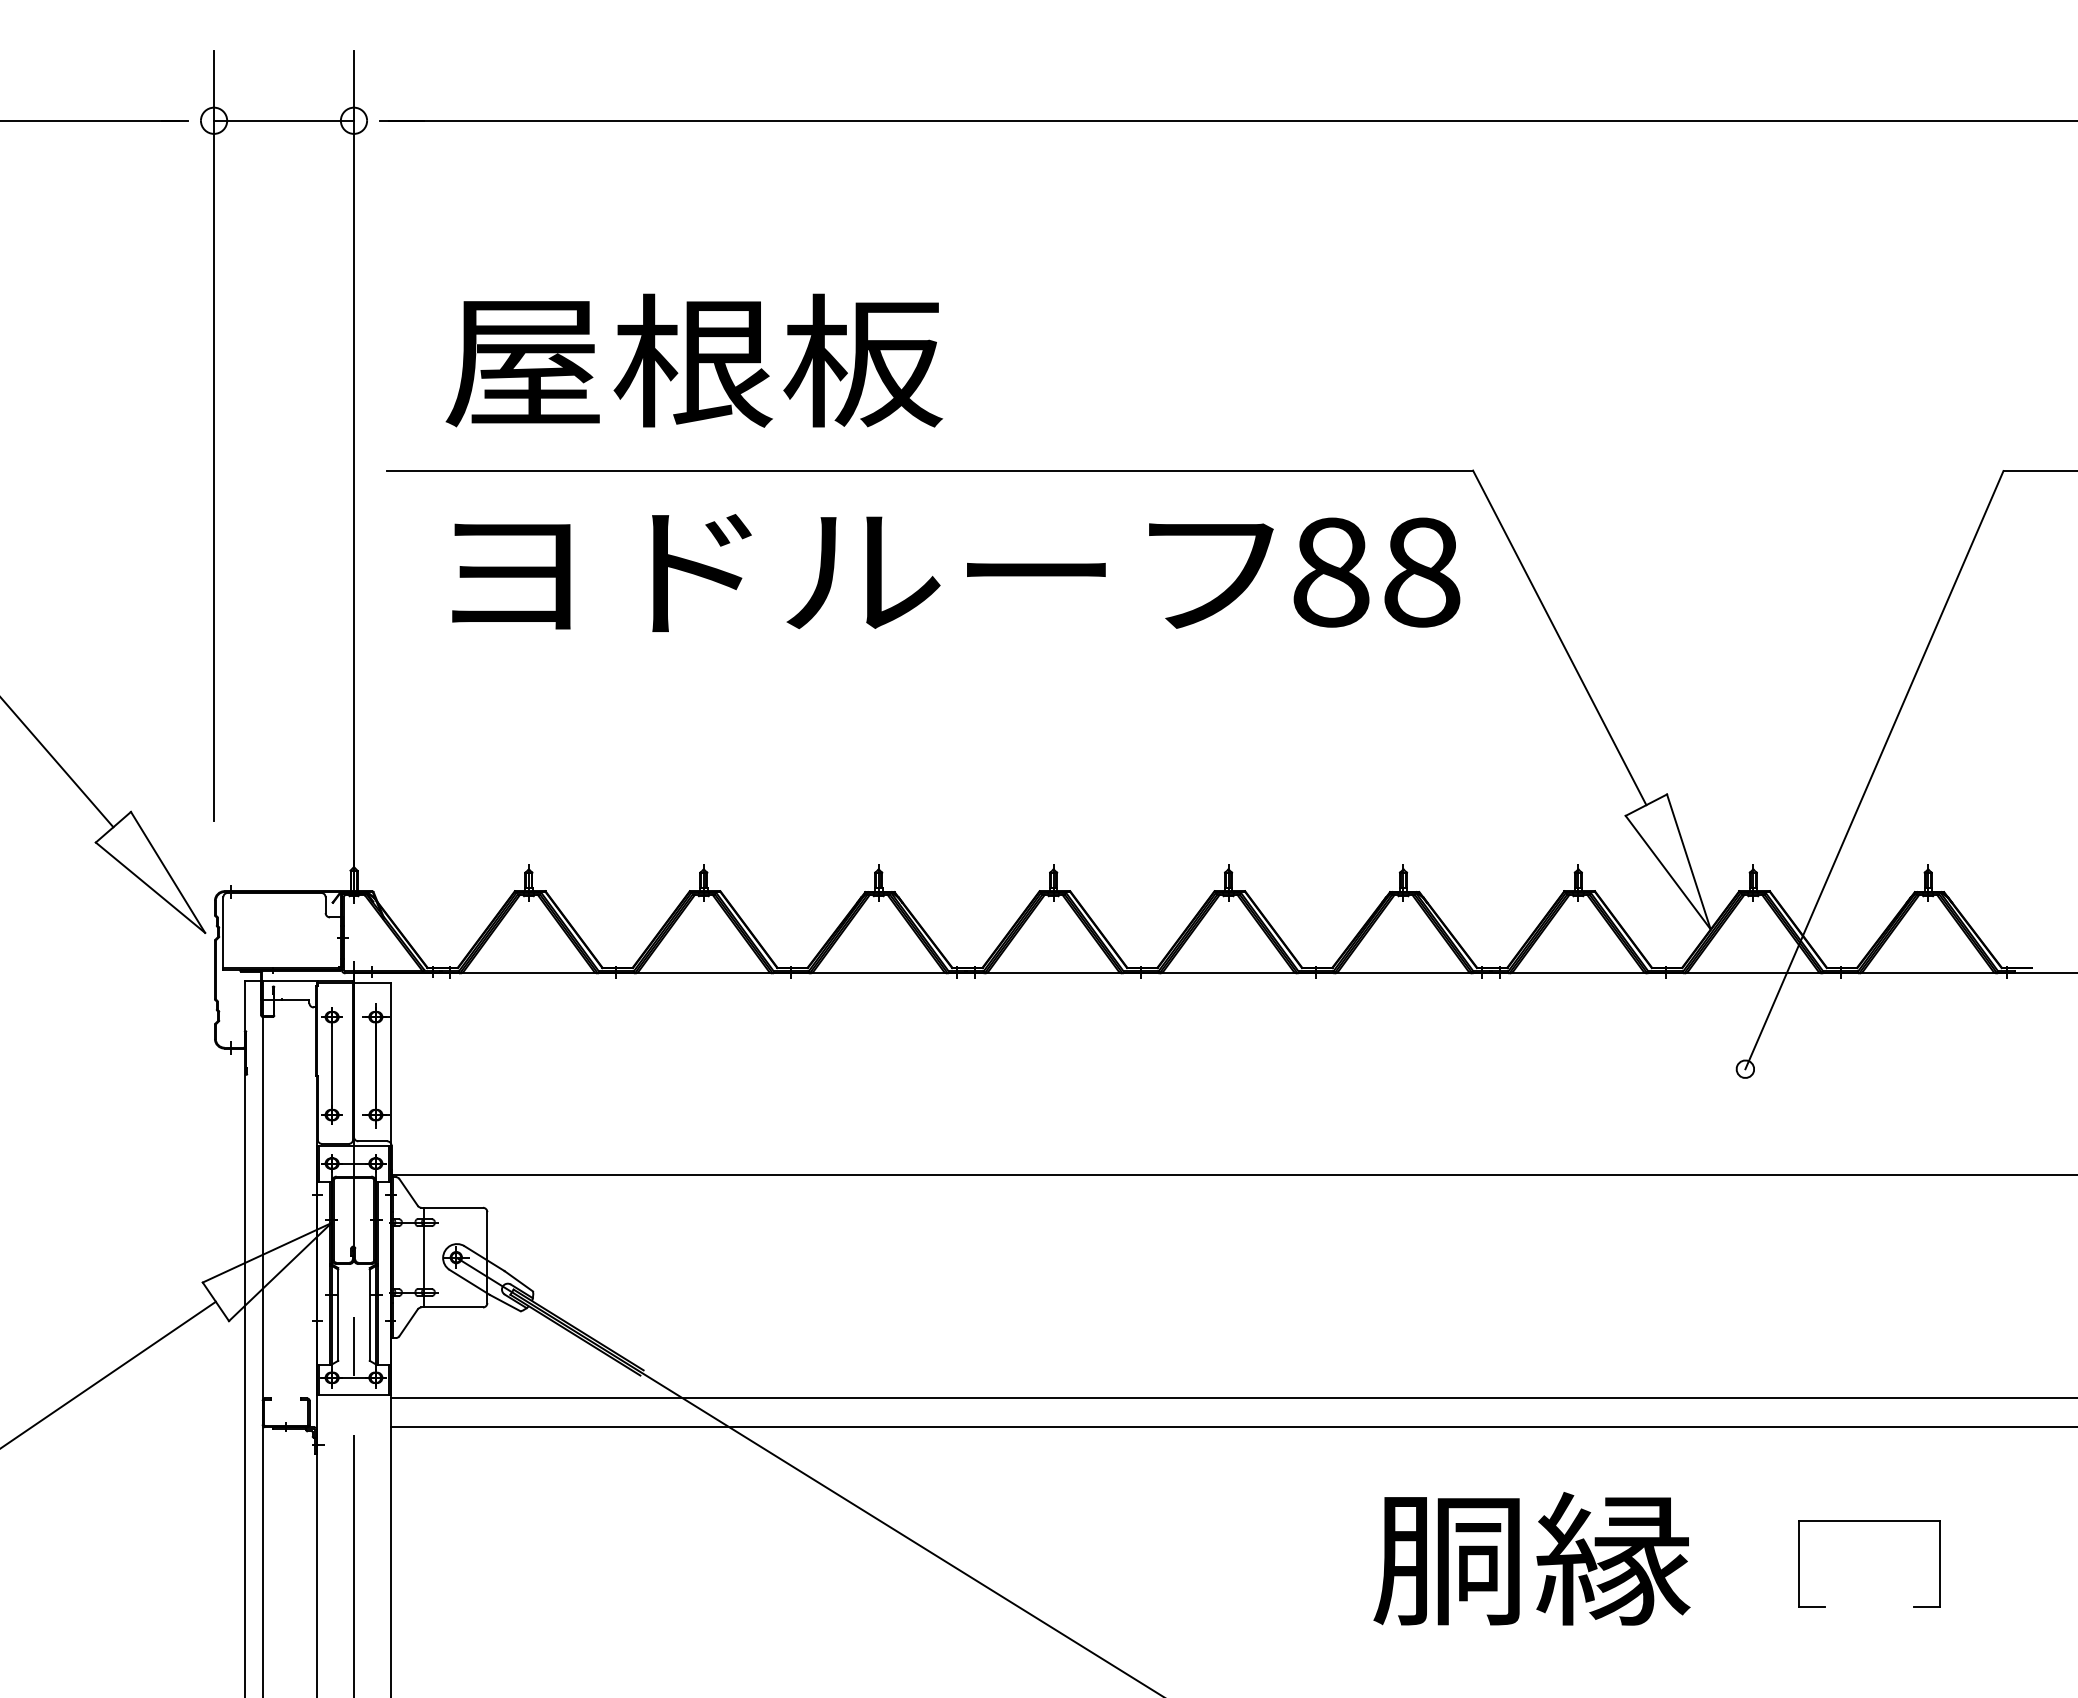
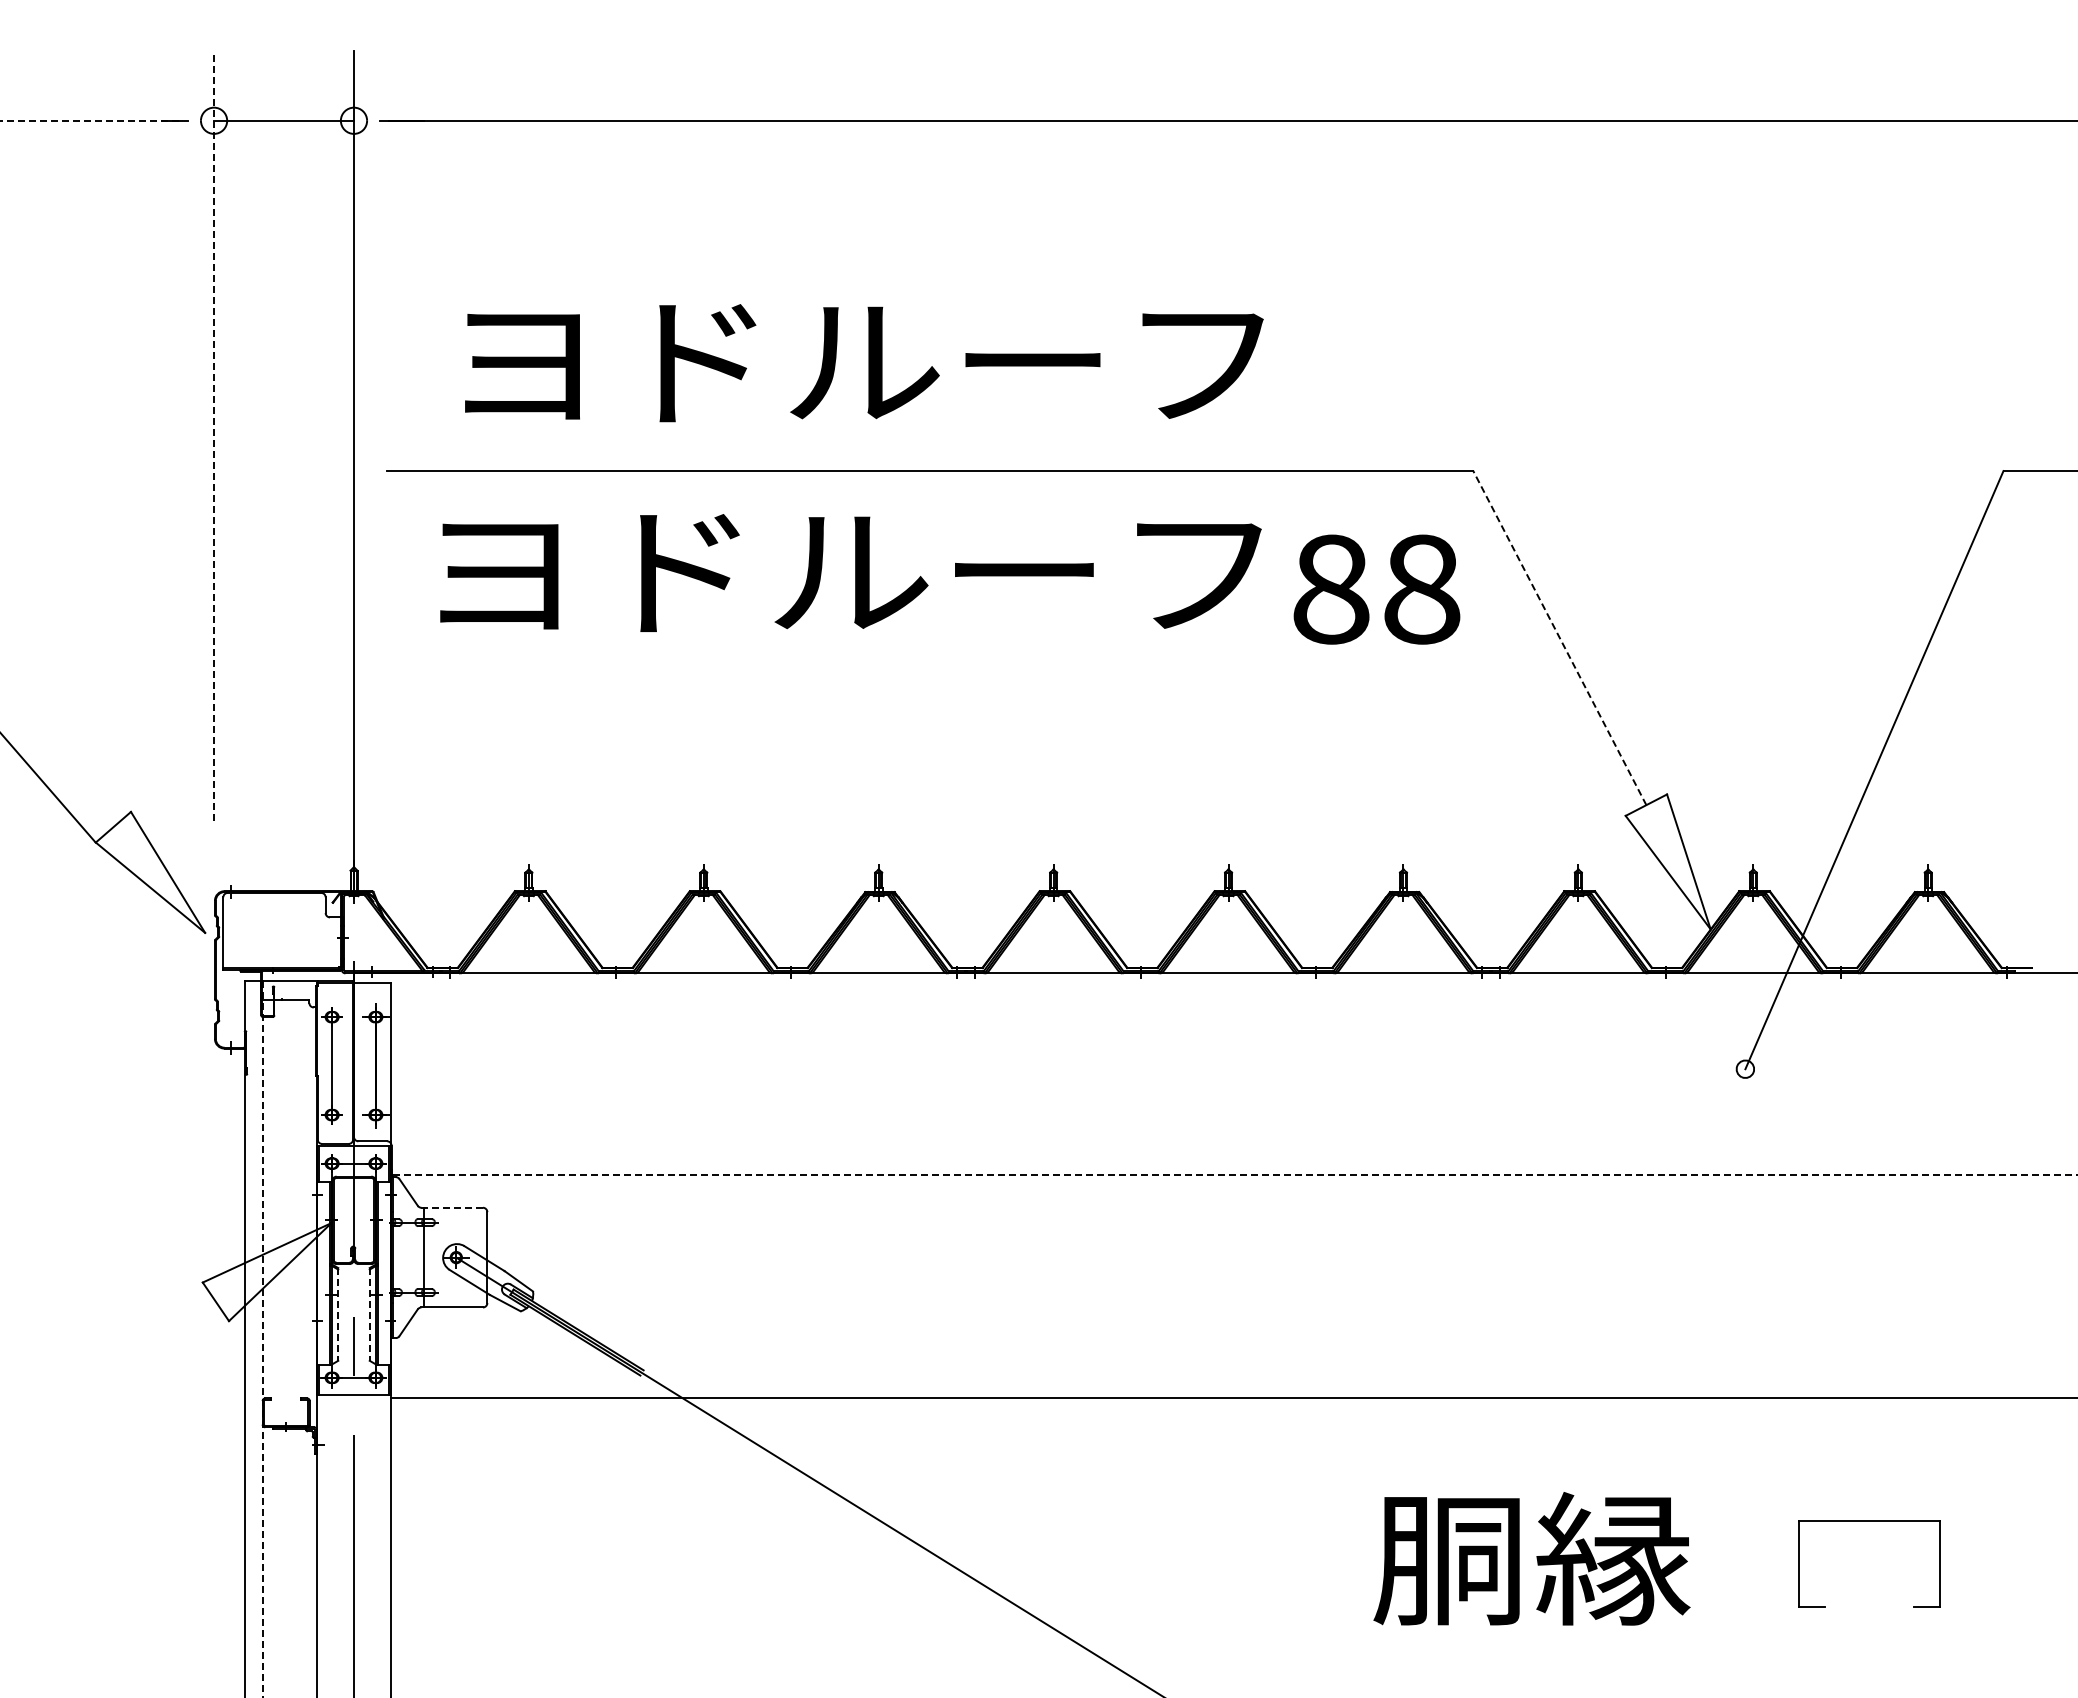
line at (89, 120): solid -> dashed
text at (854, 360): 屋根板 -> ヨドルーフ
line at (214, 435): solid -> dashed
text at (862, 572) position: (862, 572) -> (850, 572)
text at (1376, 572) position: (1376, 572) -> (1376, 589)
line at (1559, 637): solid -> dashed
line at (57, 763) position: (57, 763) -> (48, 788)
line at (1234, 1174): solid -> dashed
line at (452, 1207): solid -> dashed
line at (338, 1314): solid -> dashed
line at (369, 1314): solid -> dashed
line at (262, 1339): solid -> dashed
line at (108, 1374): present -> none
line at (1232, 1427): present -> none
